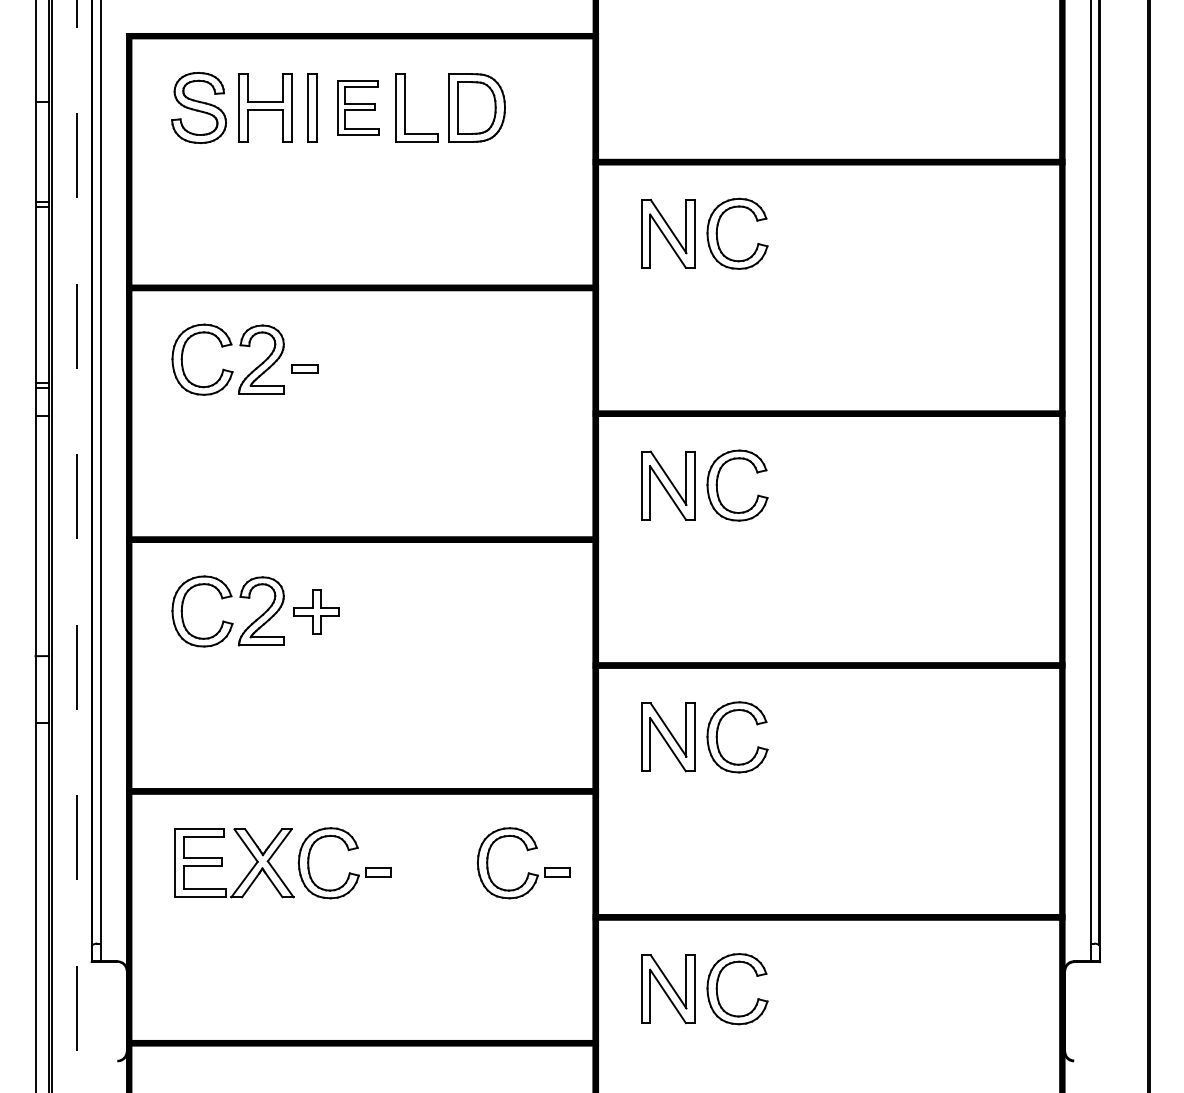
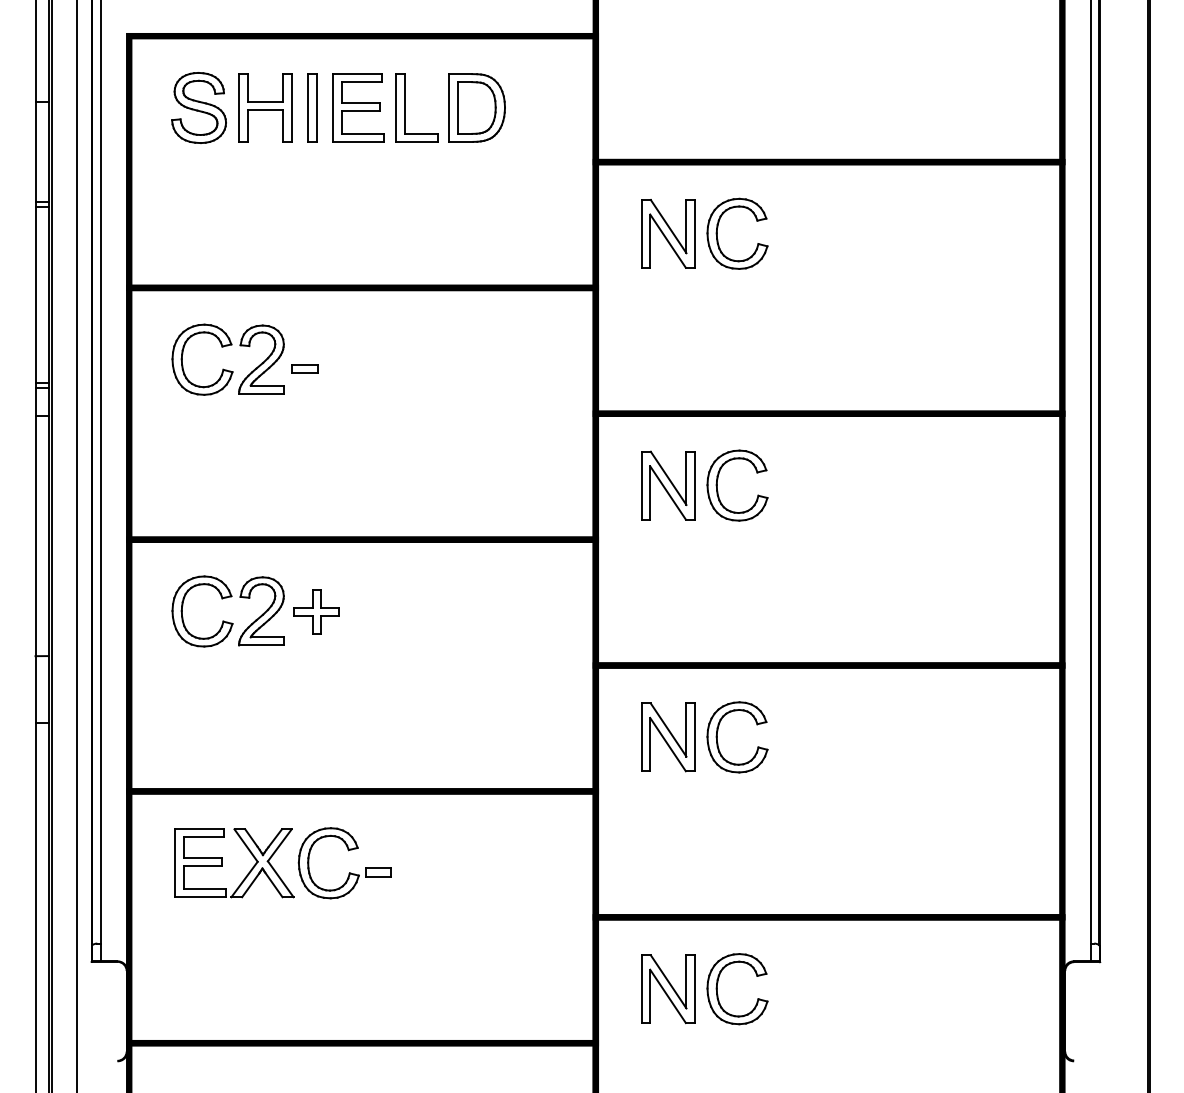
part at (358, 107) size: 43x56 px -> 53x70 px
line at (77, 546): dashed -> solid
part at (528, 872): present -> none
